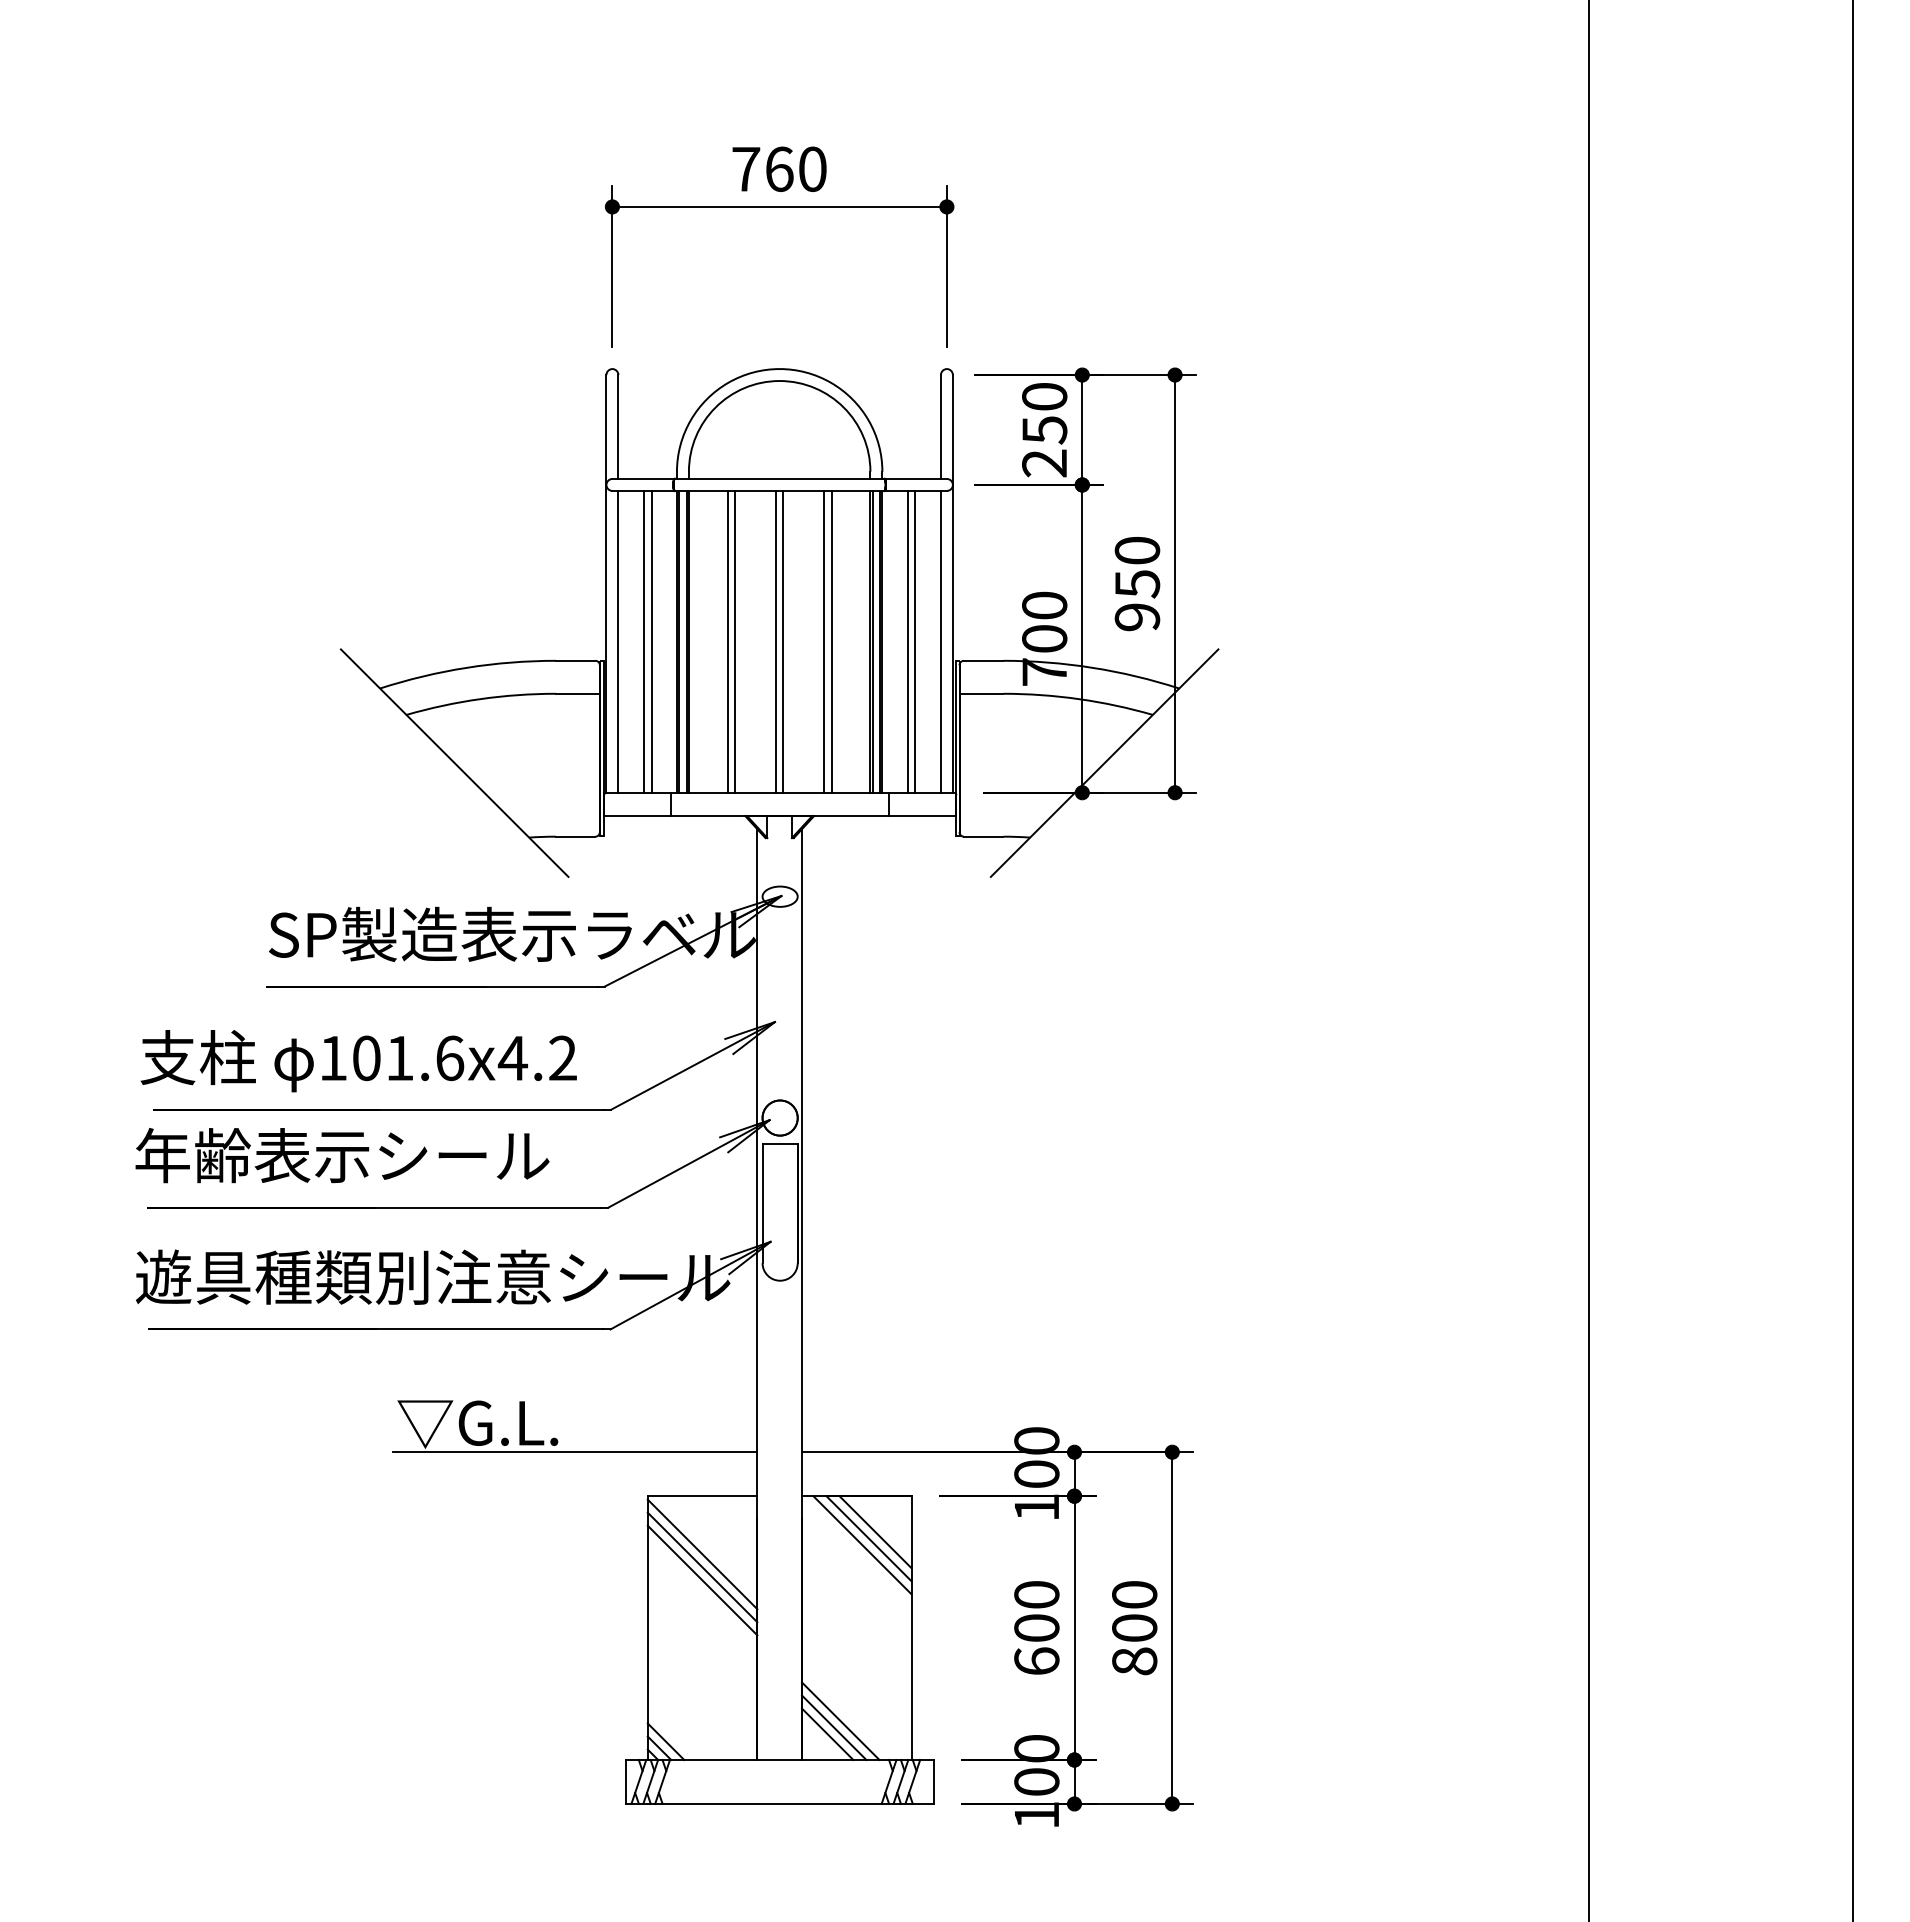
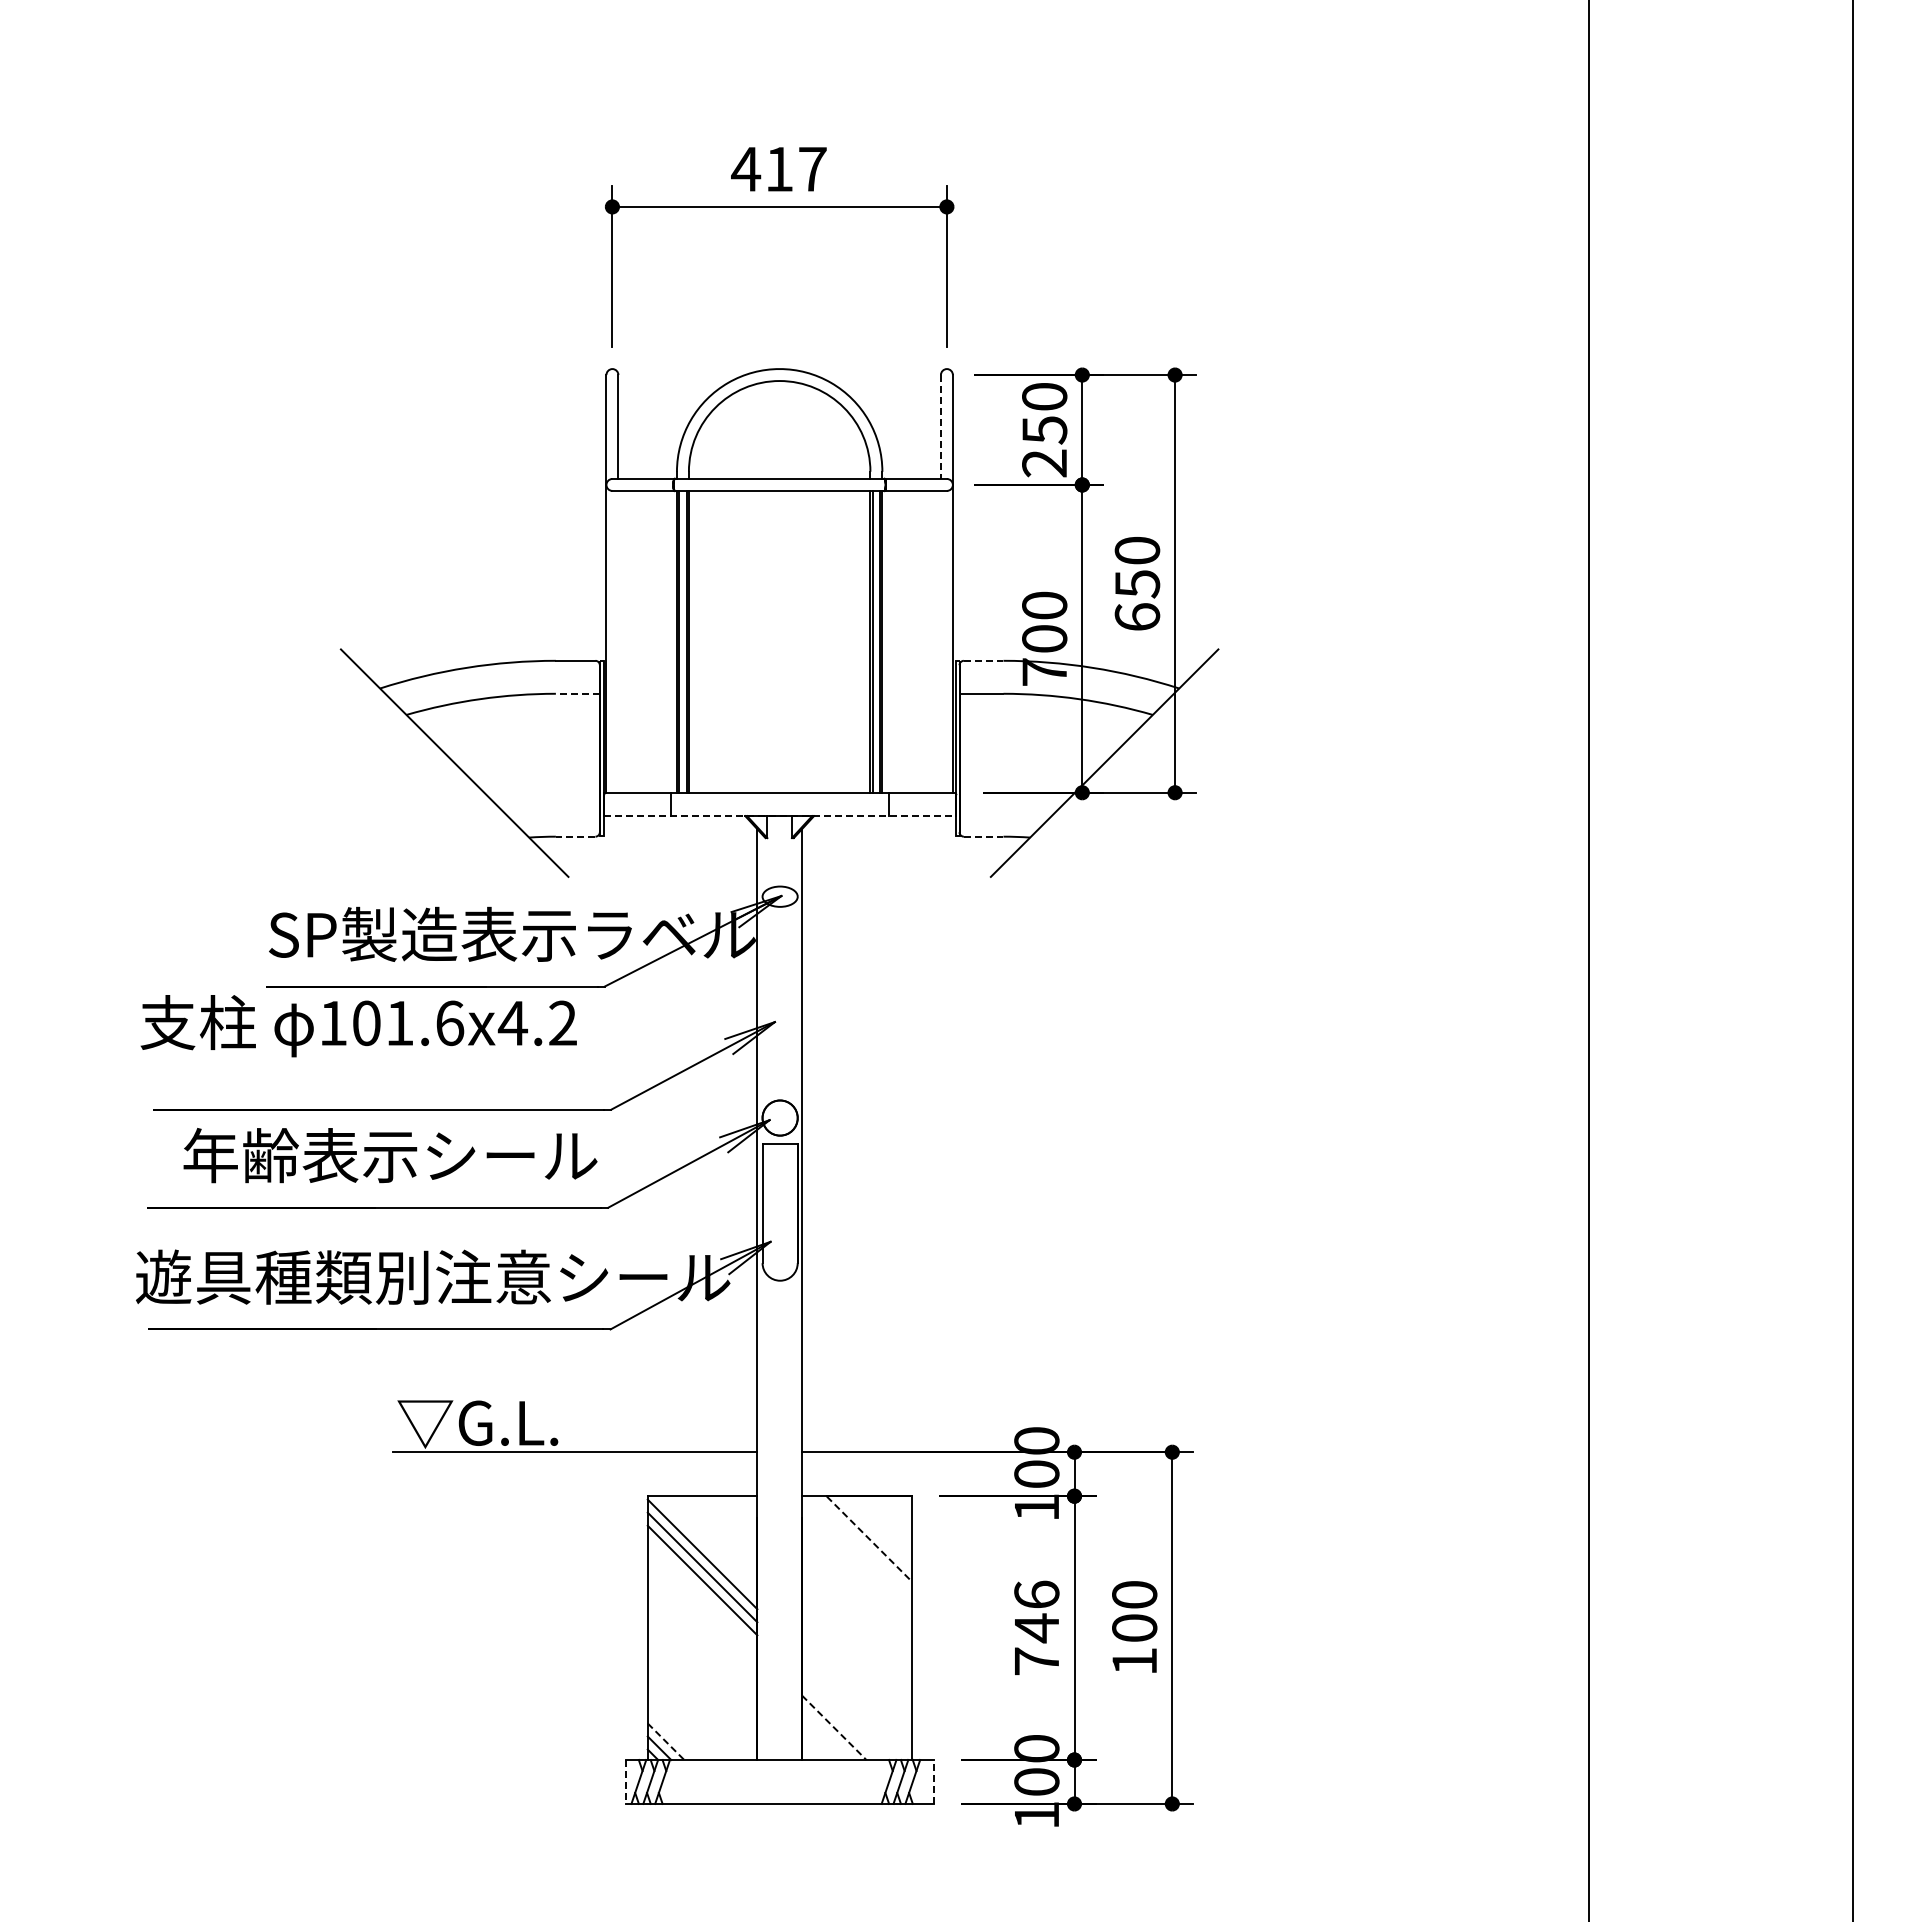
text at (778, 168): 760 -> 417
line at (940, 427): solid -> dashed
text at (1137, 617): 950 -> 650
line at (618, 641): present -> none
line at (643, 641): present -> none
line at (651, 641): present -> none
line at (727, 641): present -> none
line at (735, 641): present -> none
line at (775, 641): present -> none
line at (783, 641): present -> none
line at (824, 641): present -> none
line at (831, 641): present -> none
line at (907, 641): present -> none
line at (915, 641): present -> none
line at (940, 641): present -> none
line at (983, 660): solid -> dashed
line at (577, 693): solid -> dashed
line at (779, 816): solid -> dashed
line at (575, 836): solid -> dashed
line at (983, 836): solid -> dashed
text at (358, 1061) position: (358, 1061) -> (358, 1026)
text at (342, 1155) position: (342, 1155) -> (390, 1155)
line at (875, 1532): present -> none
line at (869, 1538): solid -> dashed
line at (862, 1545): present -> none
text at (1036, 1627): 600 -> 746
text at (1134, 1661): 800 -> 100
line at (840, 1720): present -> none
line at (834, 1727): solid -> dashed
line at (827, 1733): present -> none
line at (666, 1741): solid -> dashed
line at (625, 1781): solid -> dashed
line at (933, 1781): solid -> dashed
